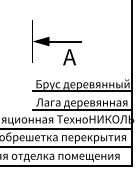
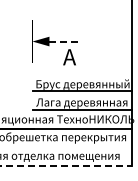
line at (66, 41): solid -> dashed
line at (67, 147): present -> none
line at (66, 165): solid -> dashed
